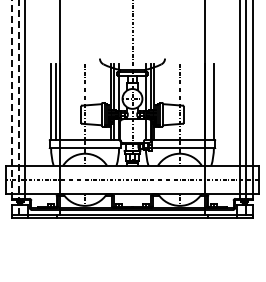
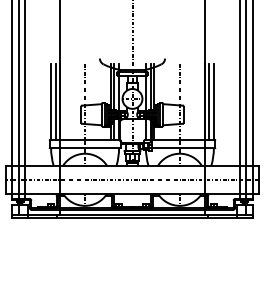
line at (12, 99): dashed -> solid
line at (209, 102): none -> present
line at (18, 107): dashed -> solid
